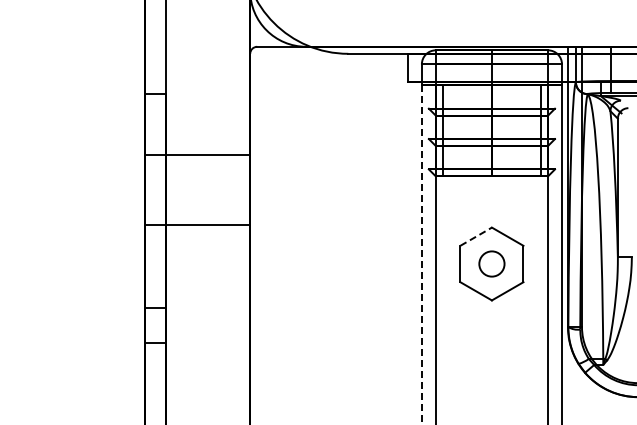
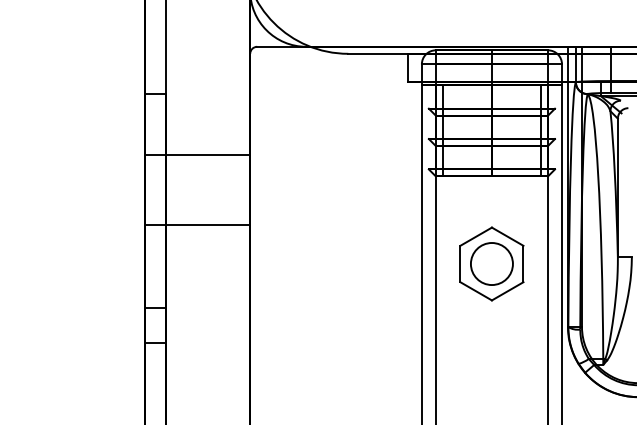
line at (476, 236): dashed -> solid
line at (421, 255): dashed -> solid
circle at (491, 263) diameter: 25 px -> 42 px
